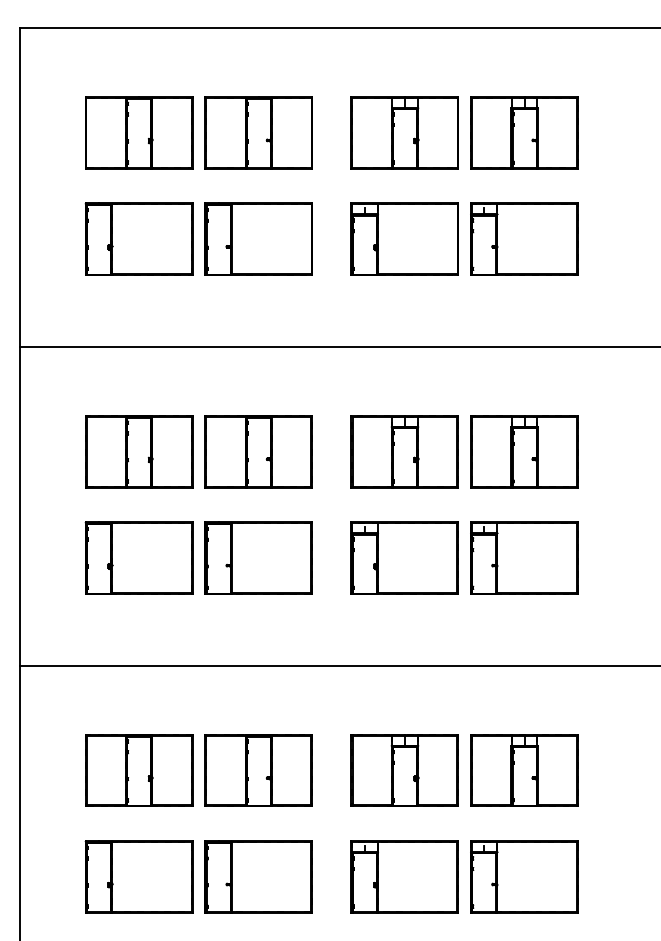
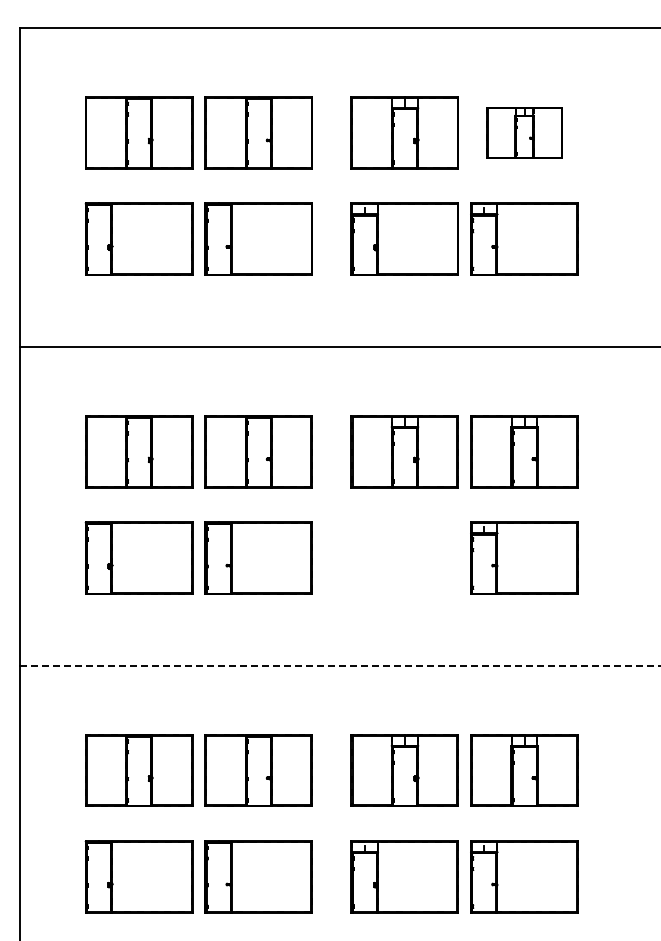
part at (524, 132) size: 109x74 px -> 77x52 px
part at (404, 557): present -> none
line at (340, 666): solid -> dashed
